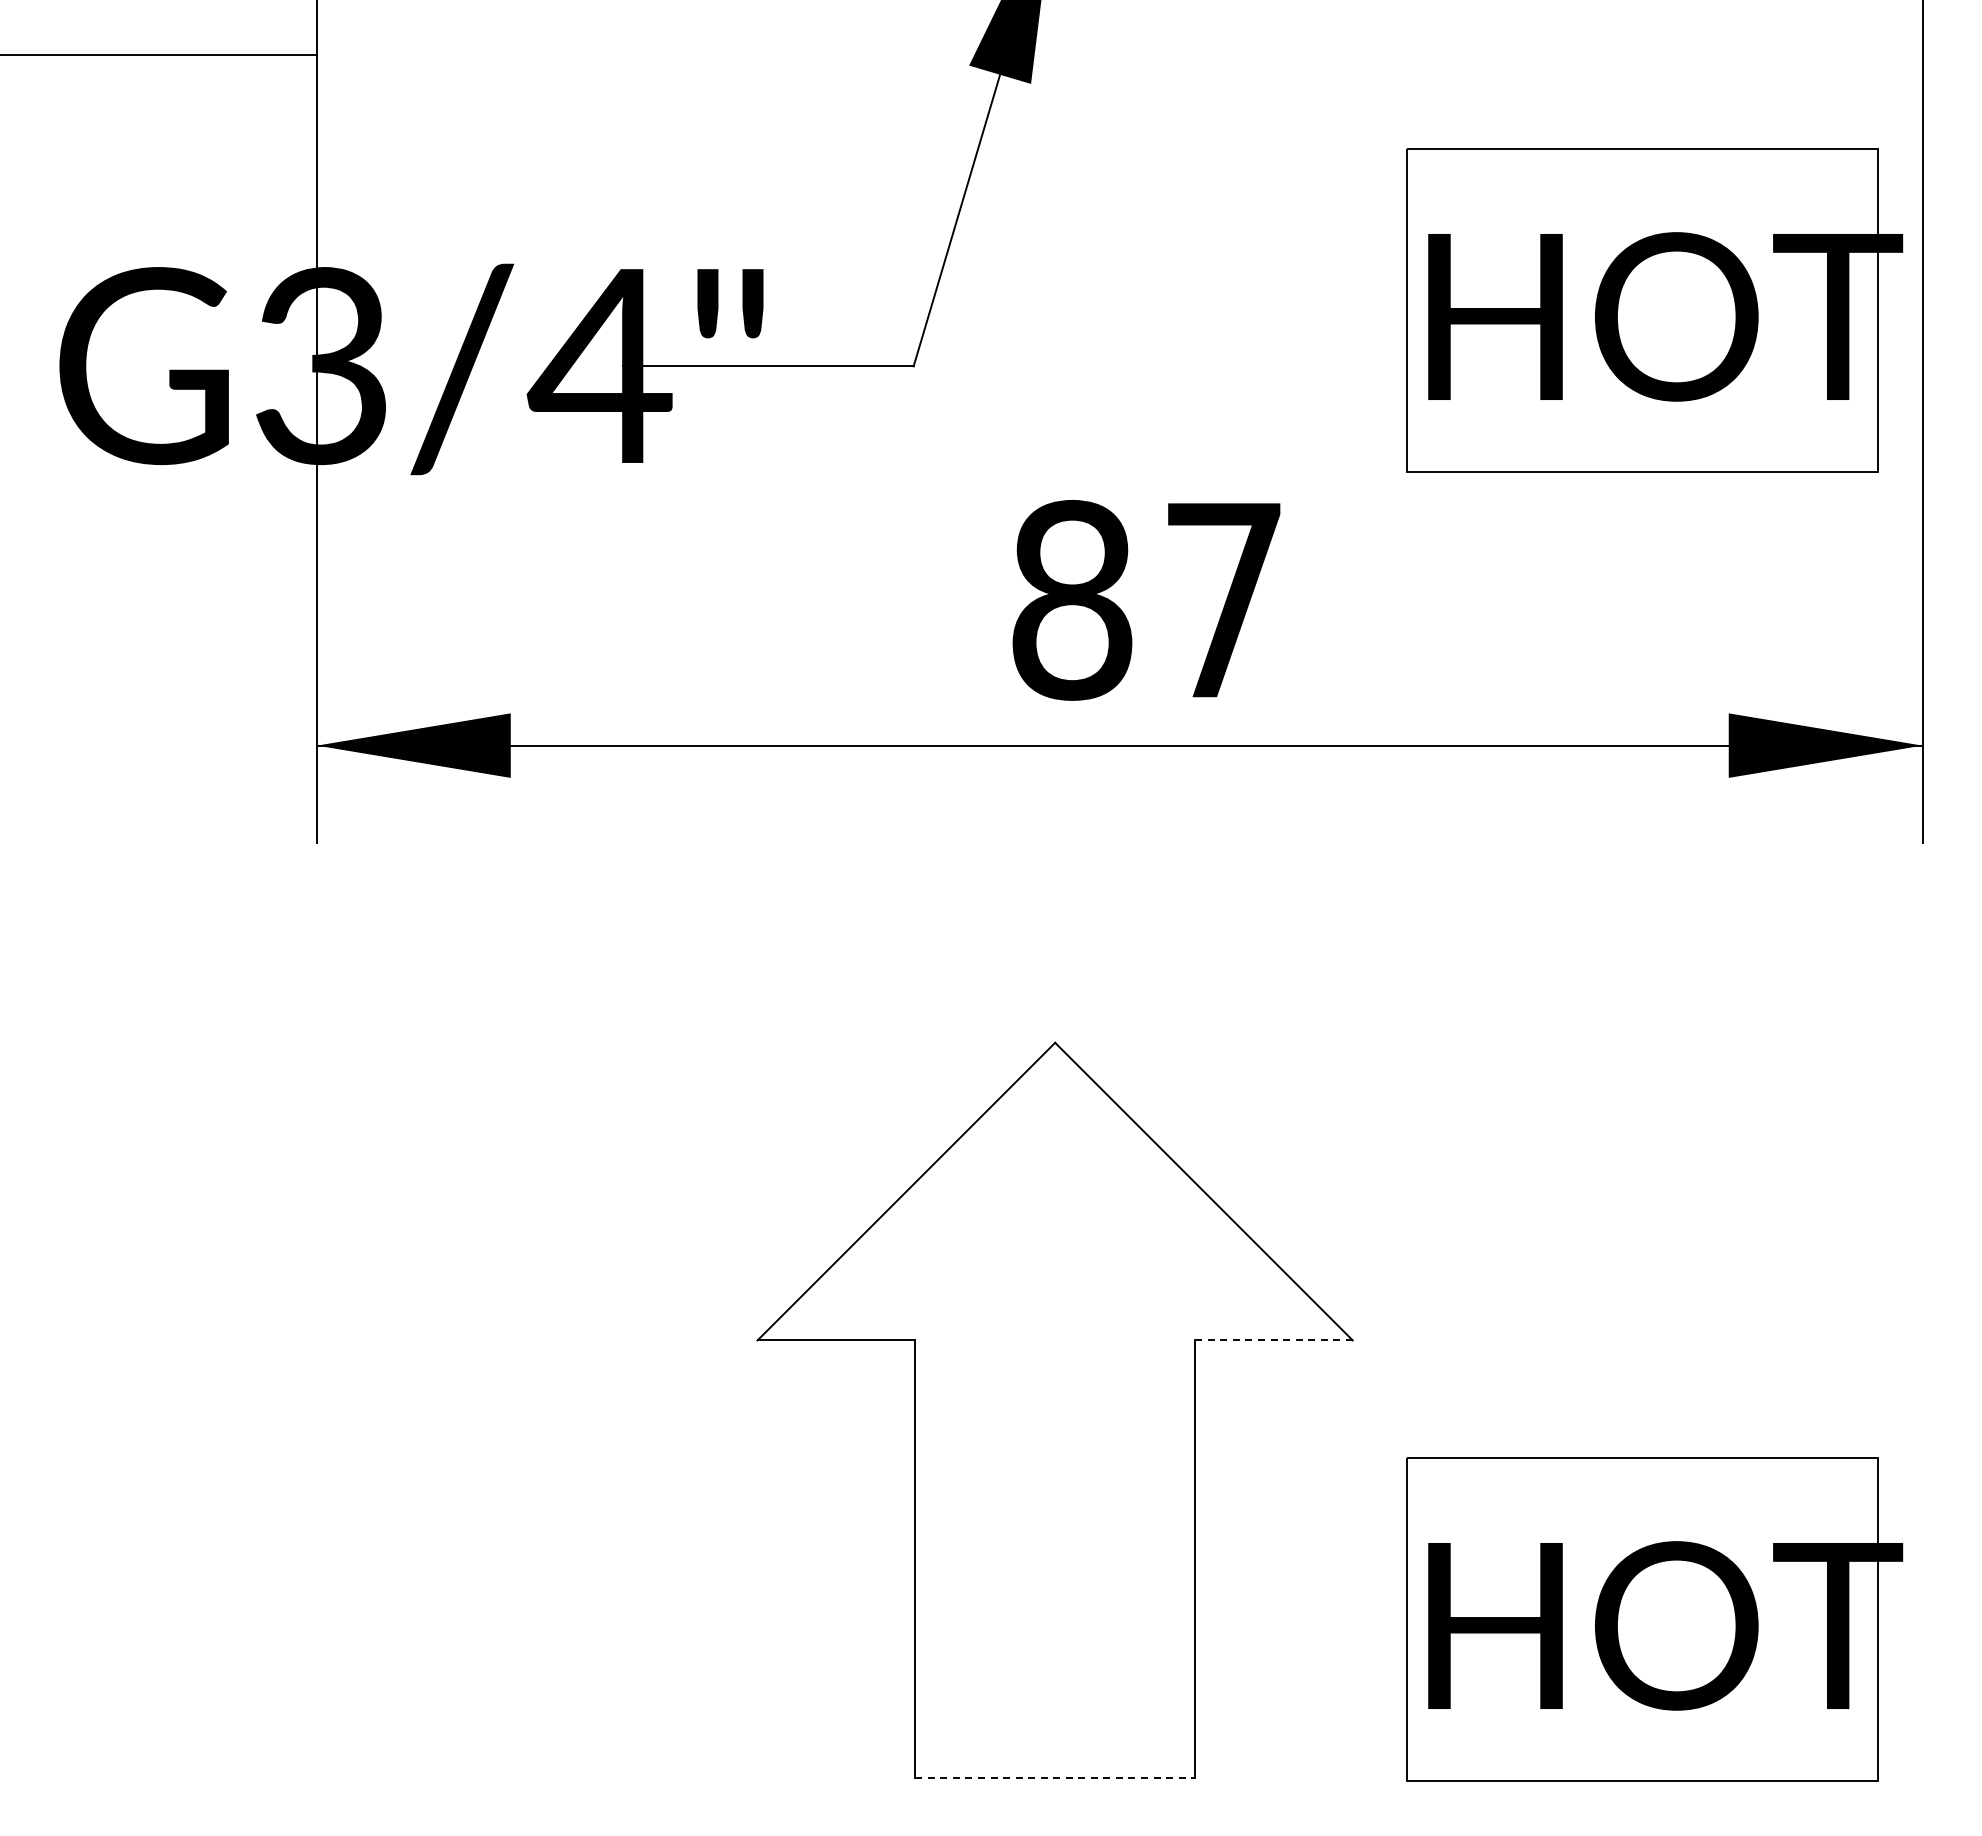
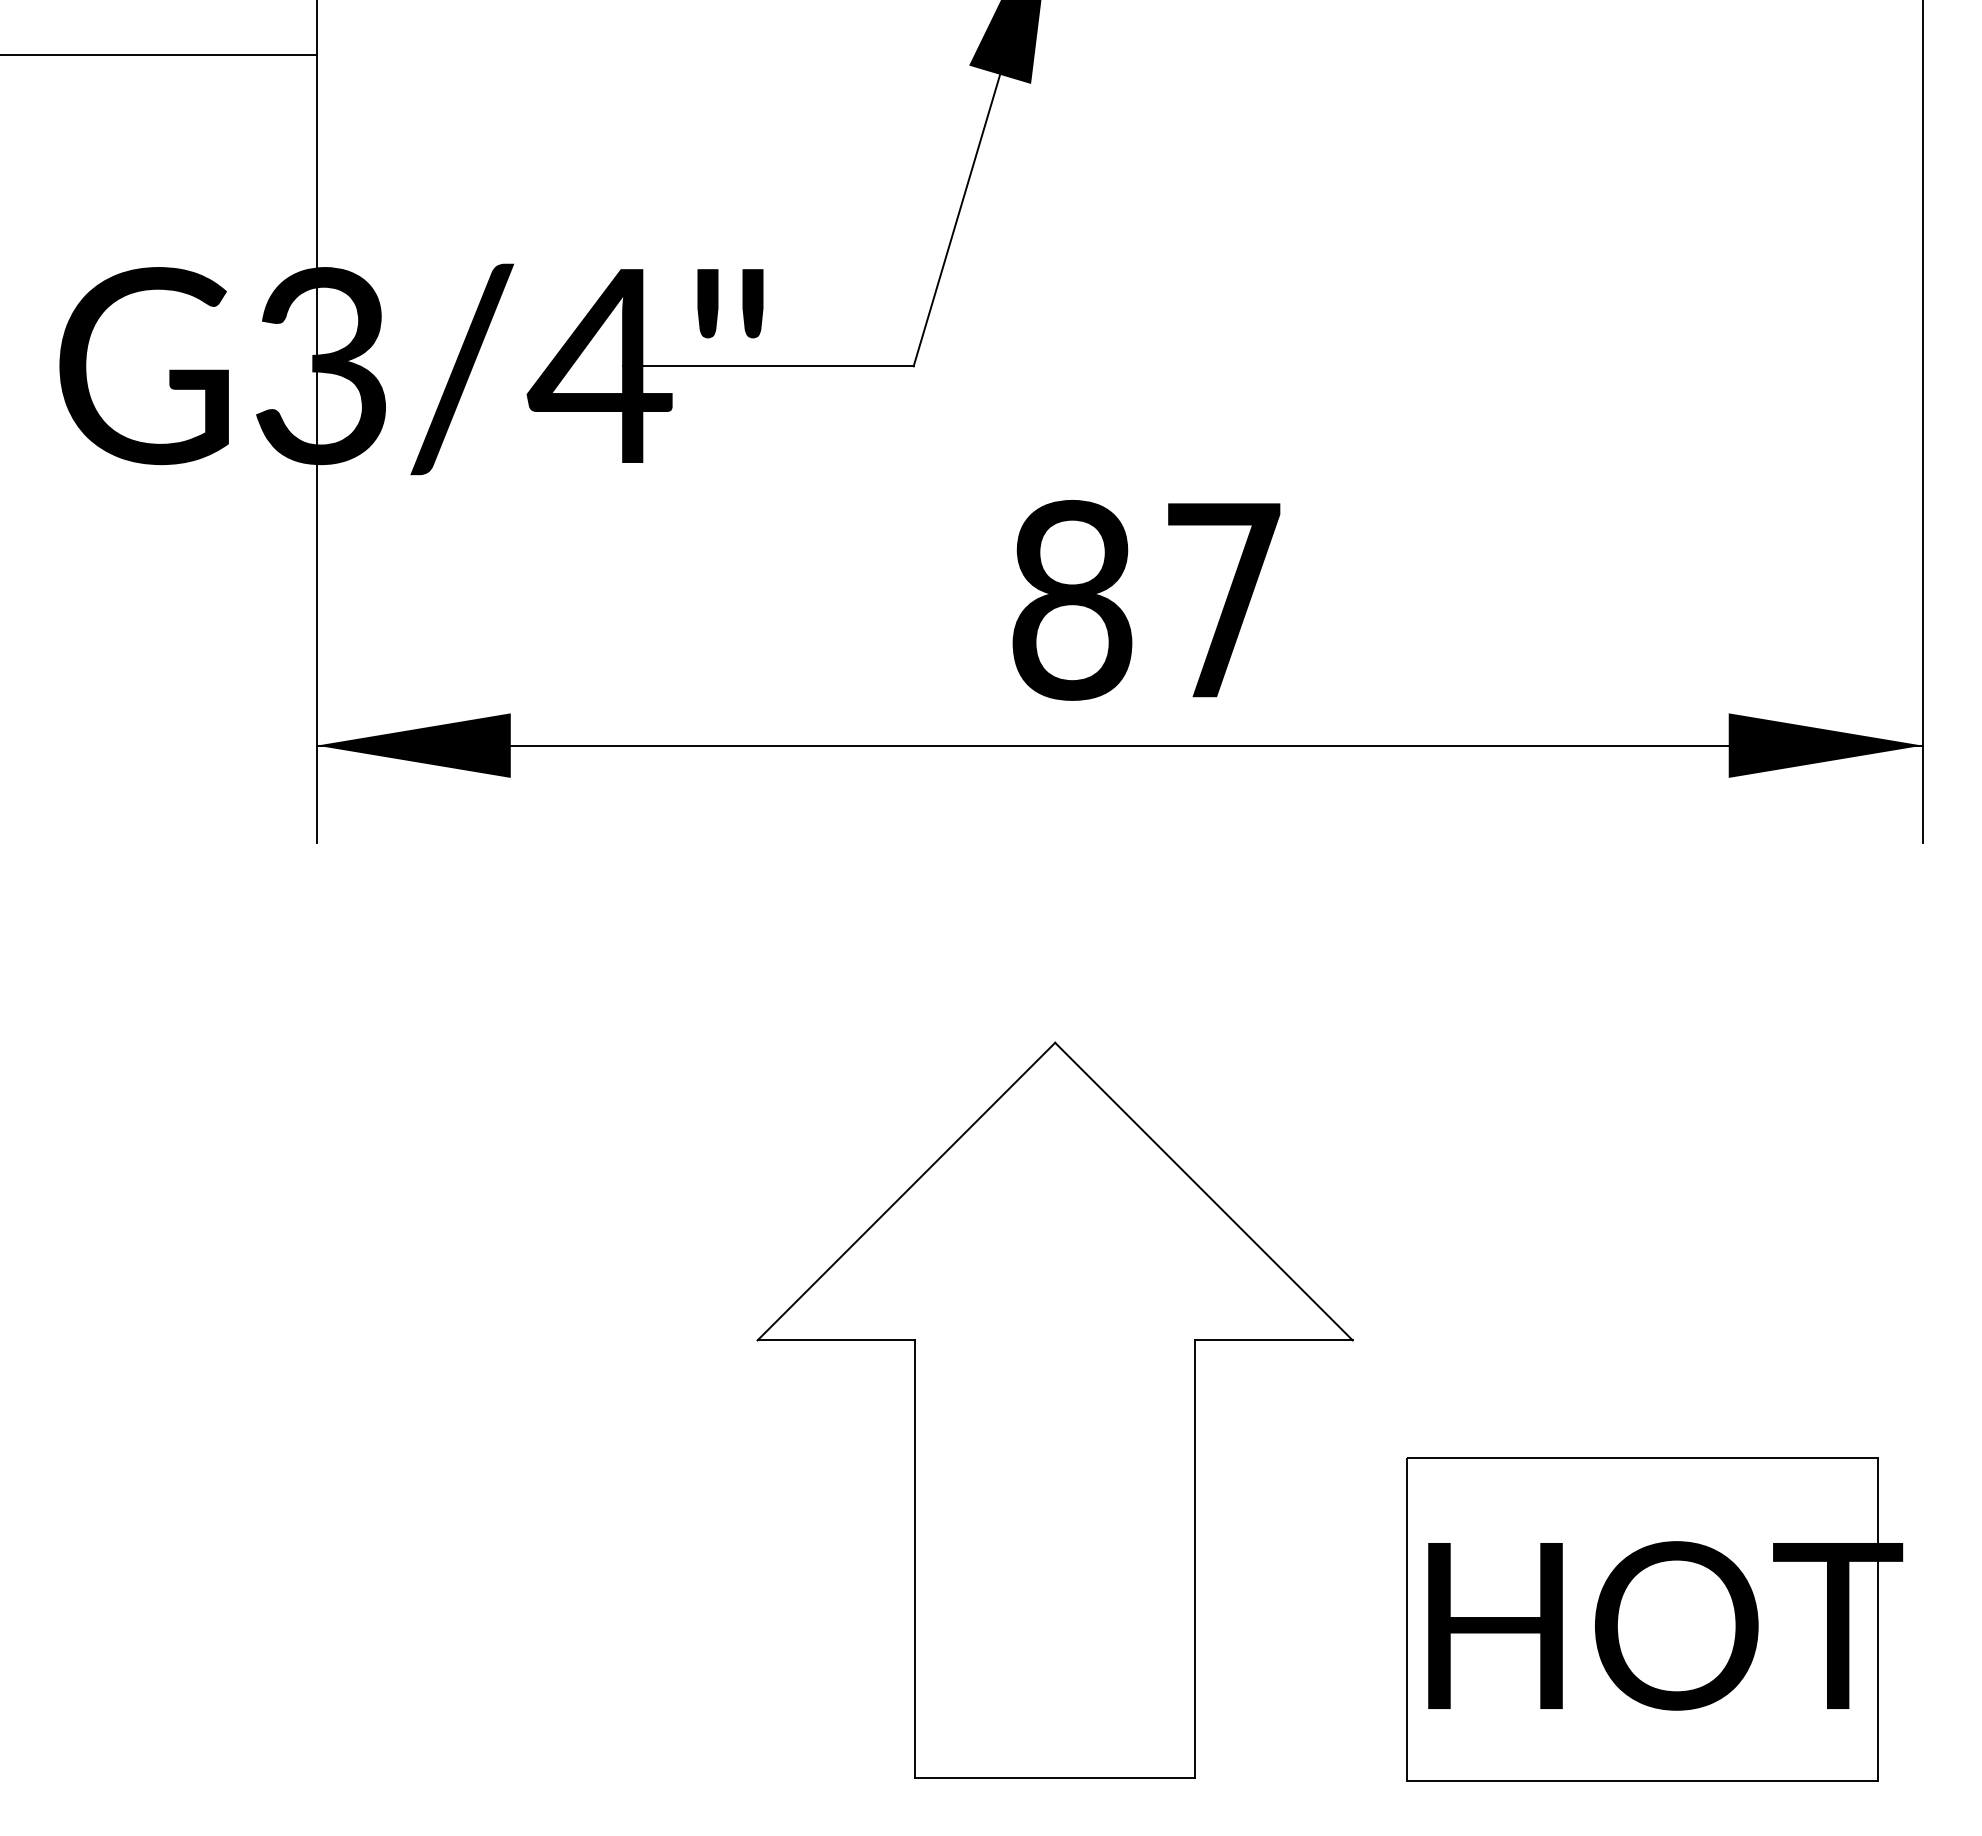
part at (1654, 310): present -> none
line at (1273, 1340): dashed -> solid
line at (1055, 1778): dashed -> solid
